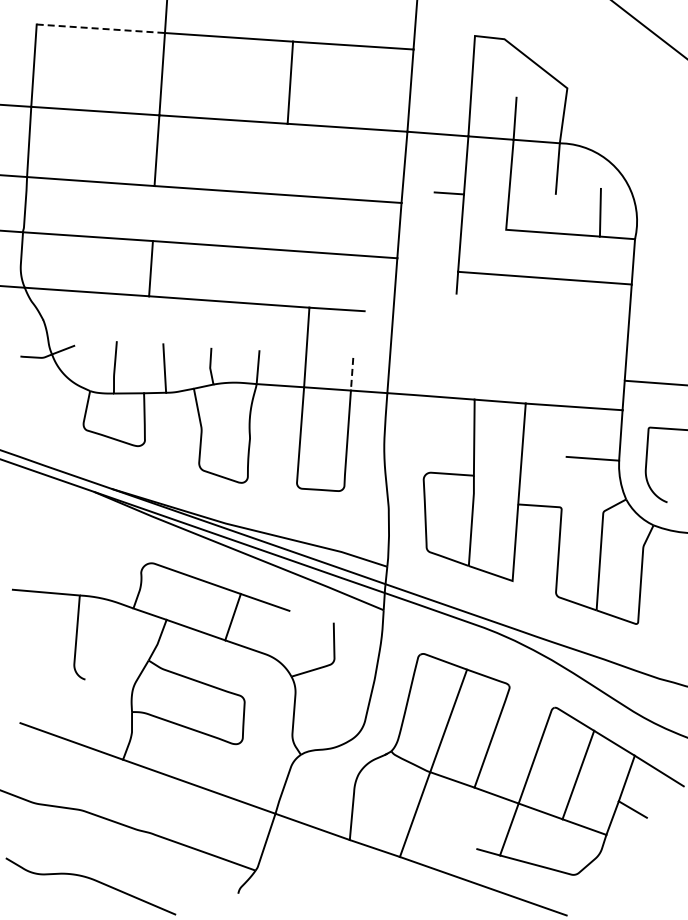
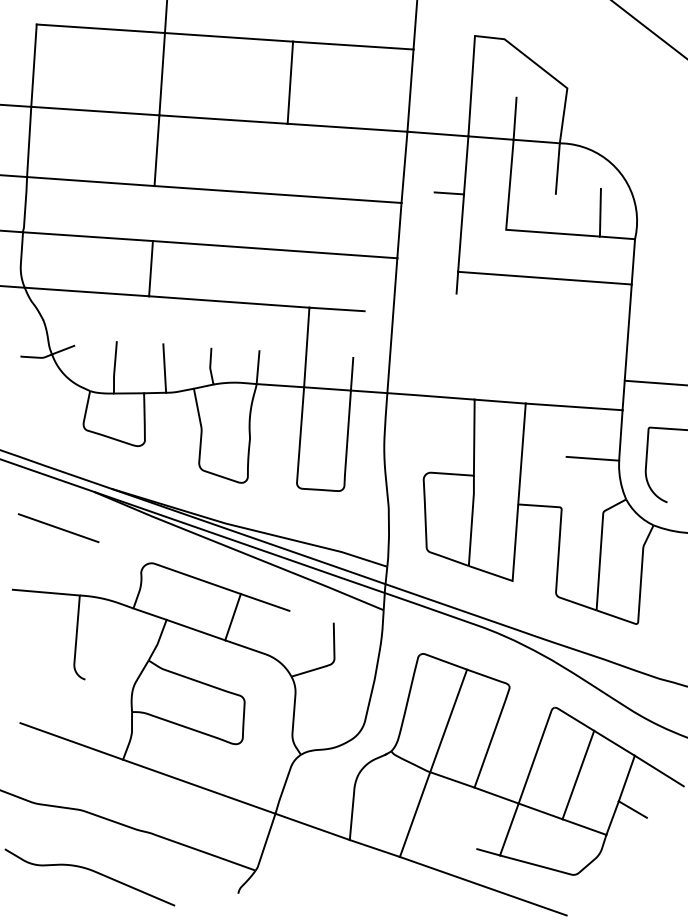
line at (101, 28): dashed -> solid
line at (352, 374): dashed -> solid
line at (58, 528): none -> present
curve at (92, 880) position: (92, 880) -> (91, 871)
